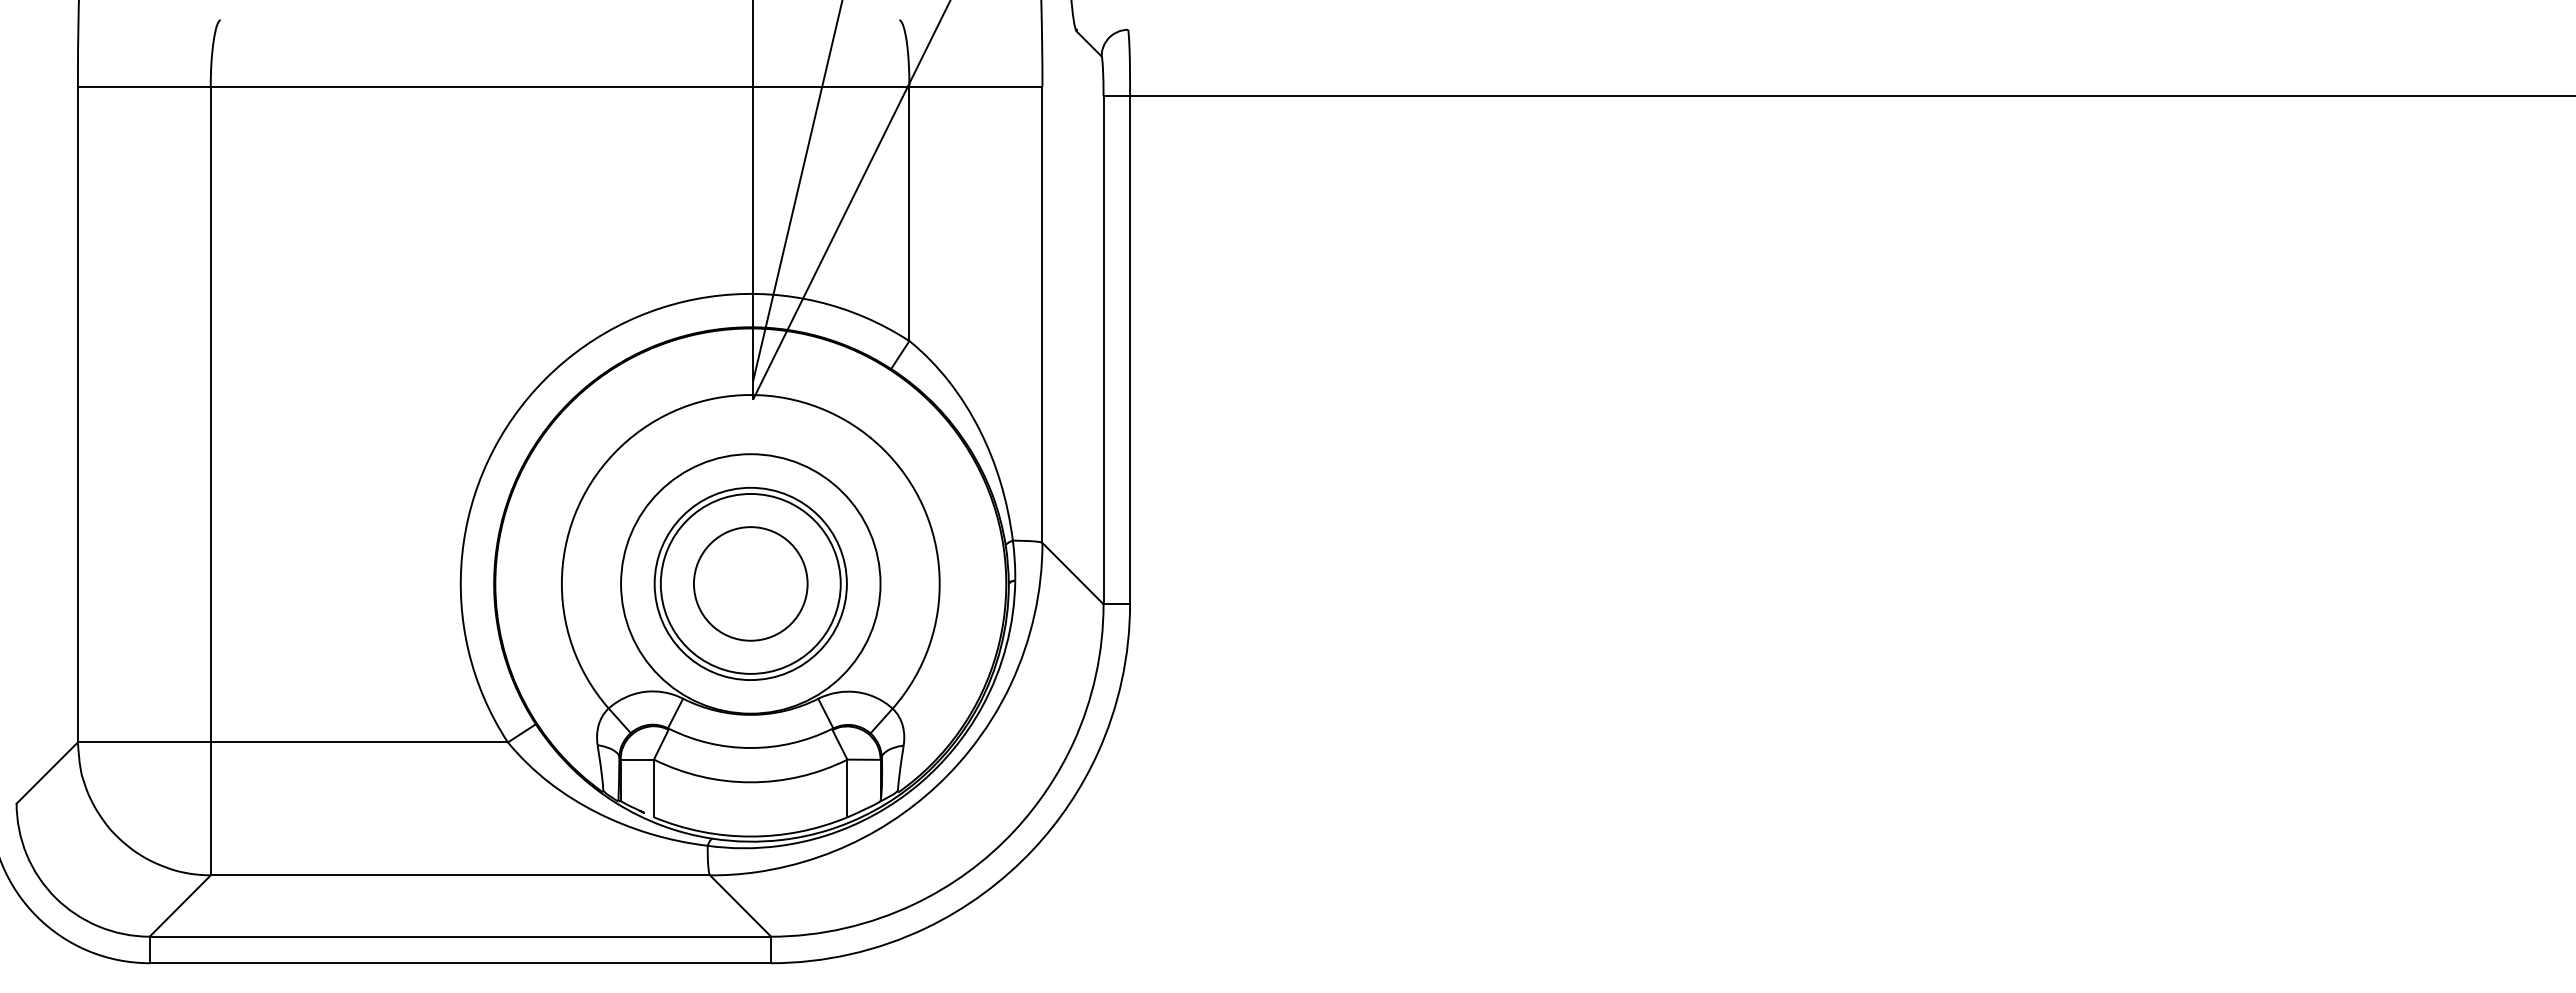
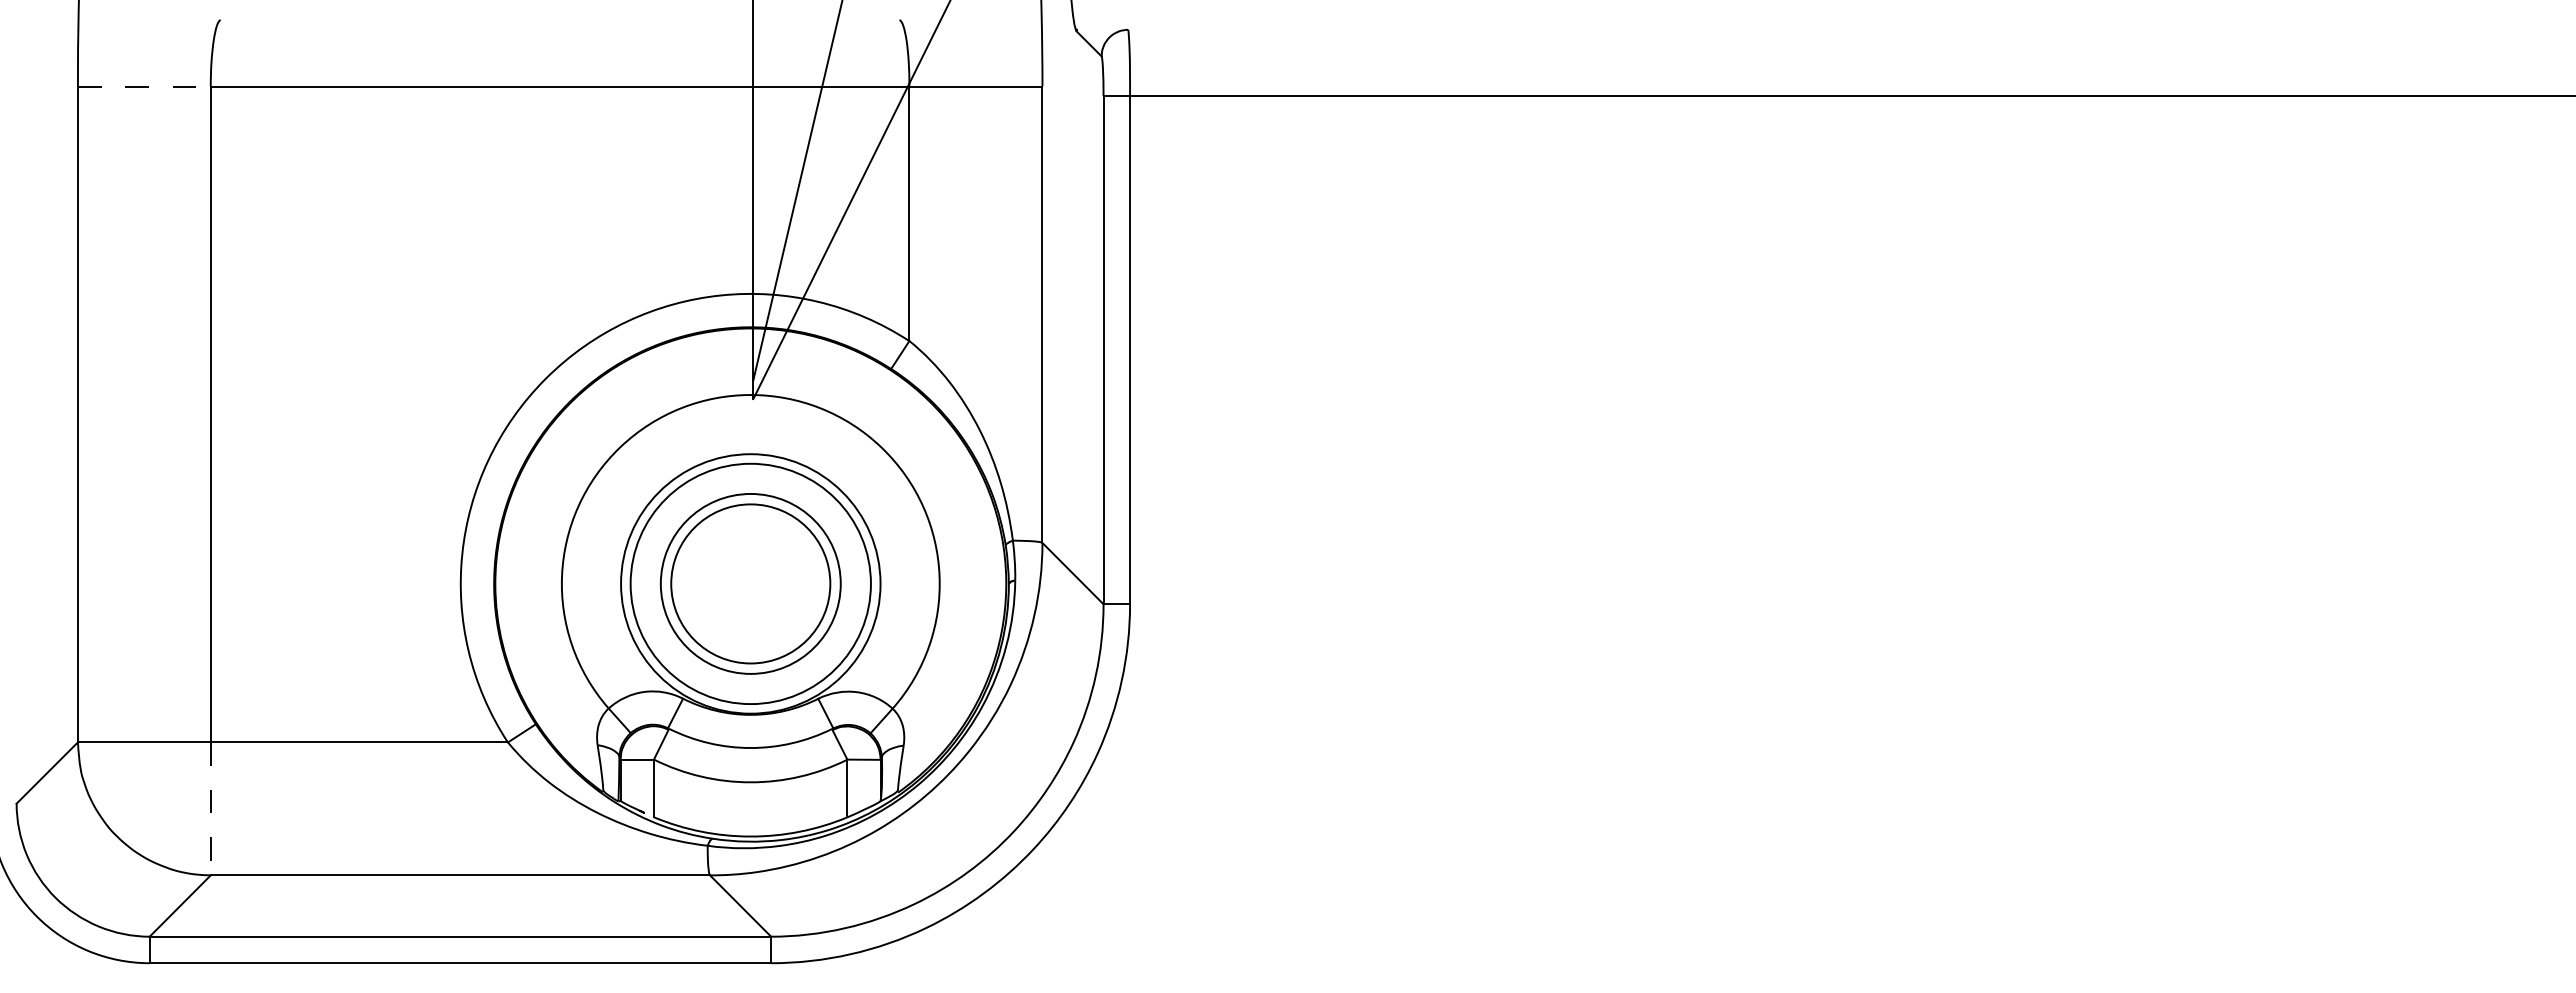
line at (144, 86): solid -> dashed
circle at (750, 583) diameter: 114 px -> 159 px
circle at (750, 583) diameter: 192 px -> 240 px
line at (210, 808): solid -> dashed
